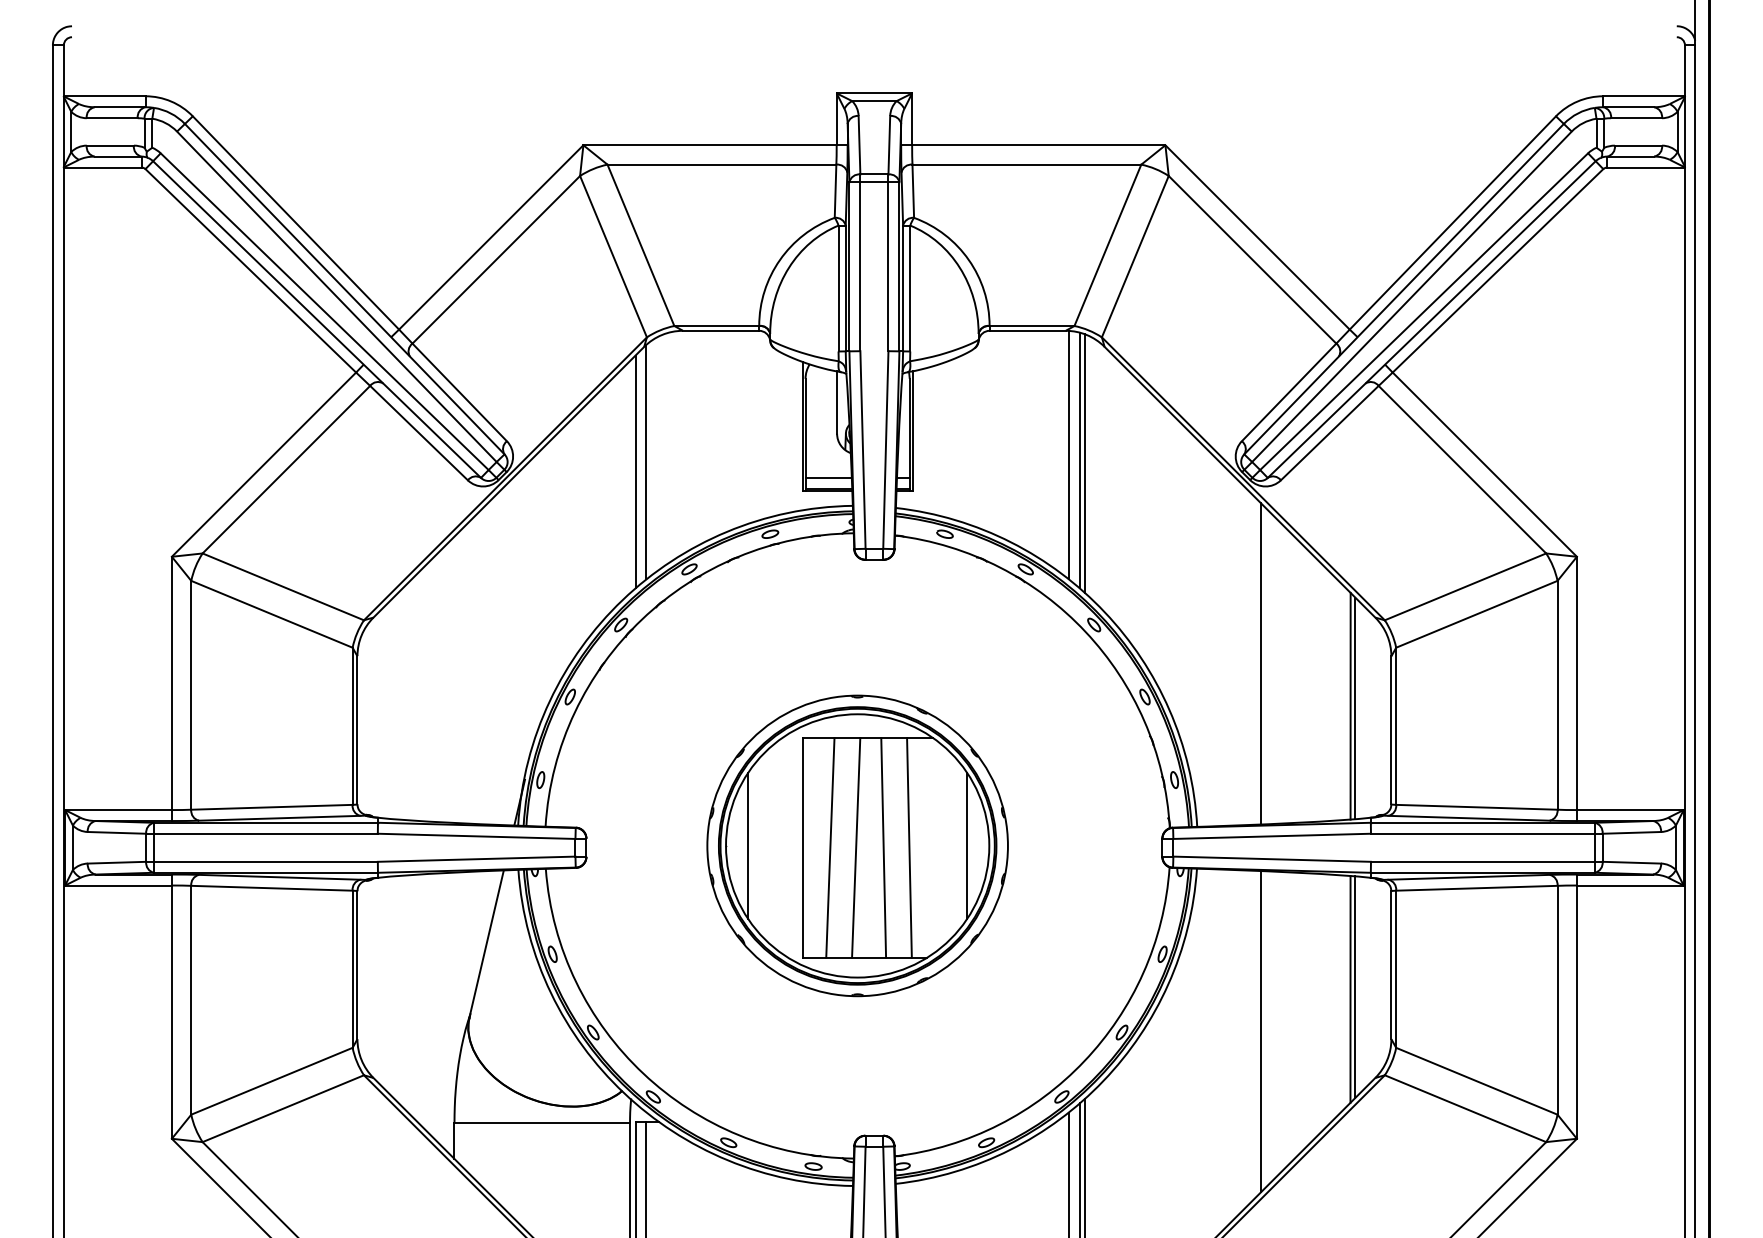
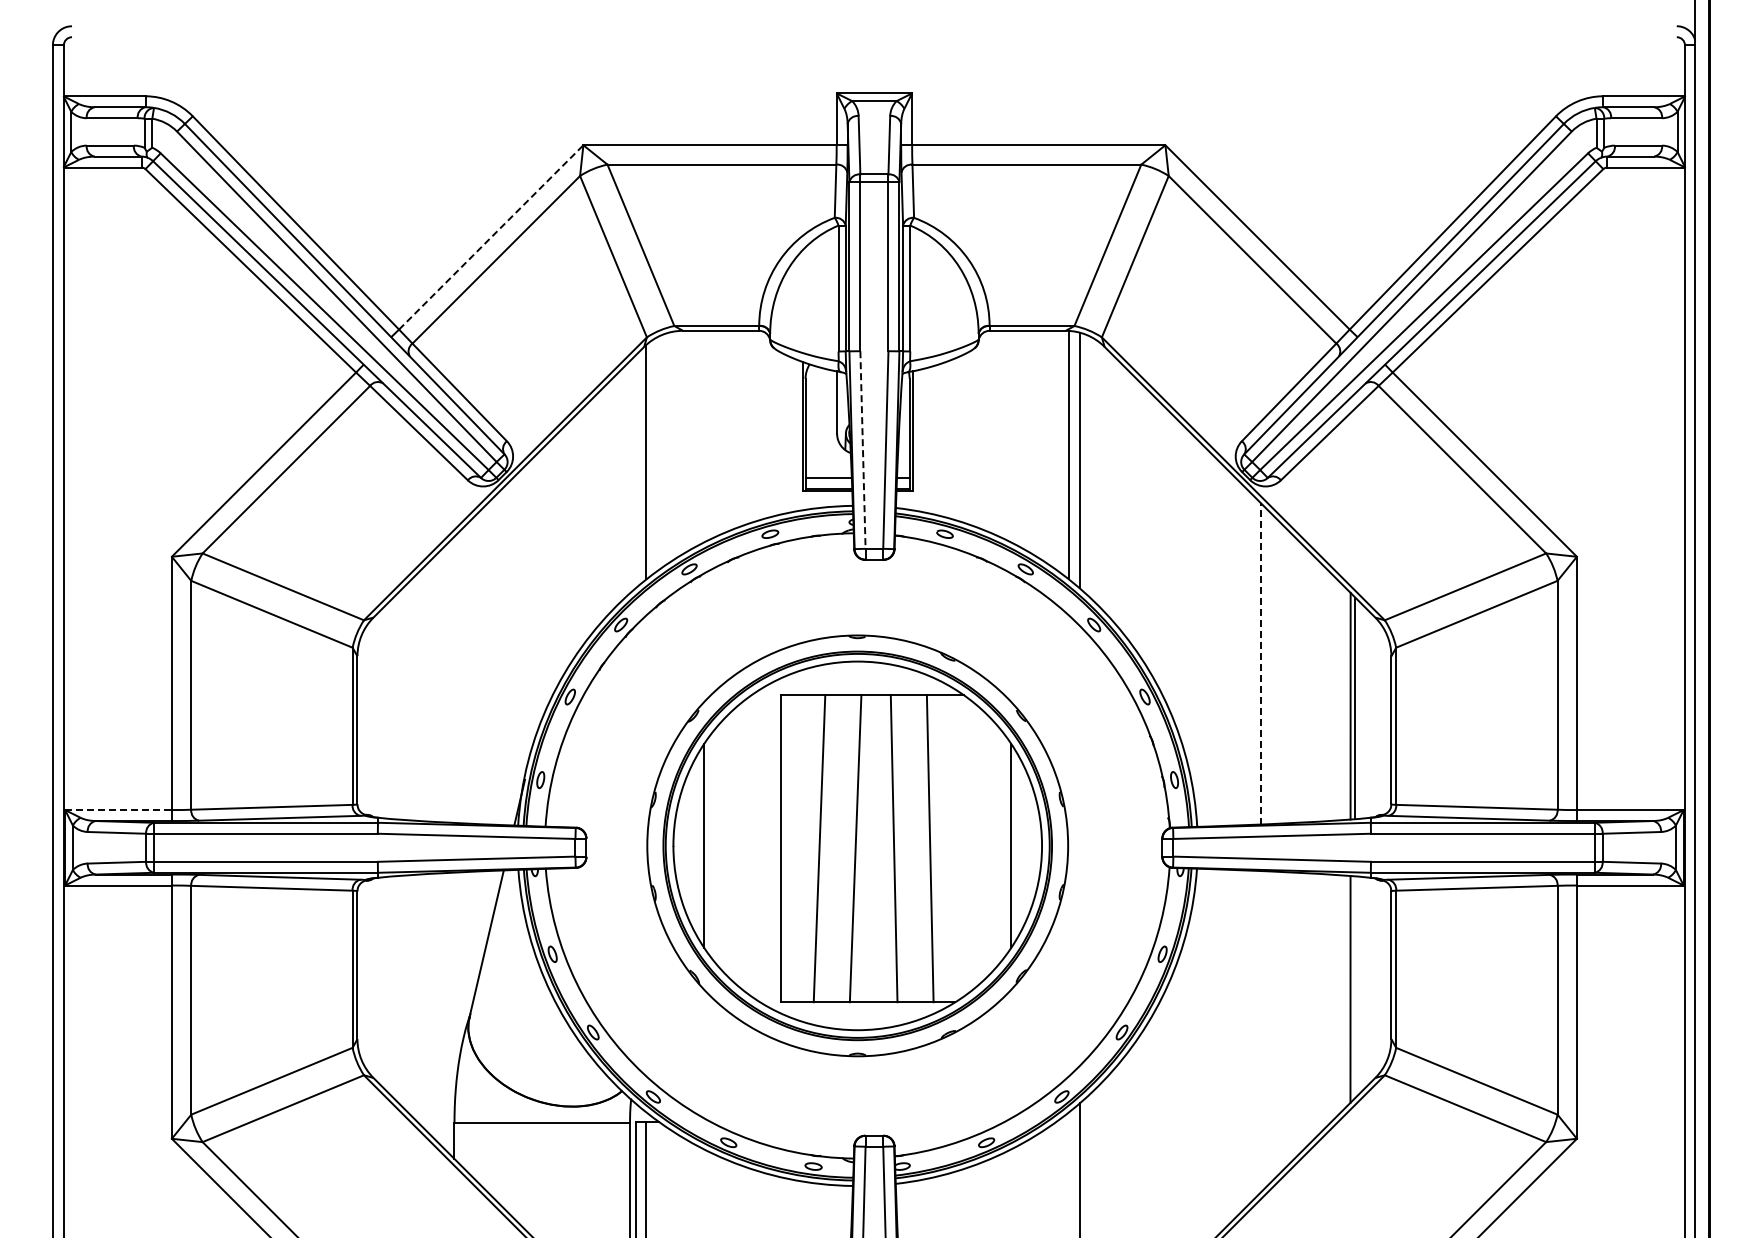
line at (491, 237): solid -> dashed
line at (862, 450): solid -> dashed
line at (1085, 463): present -> none
line at (635, 471): present -> none
line at (1260, 663): solid -> dashed
line at (119, 810): solid -> dashed
part at (857, 845) size: 303x304 px -> 424x424 px
line at (1355, 986): present -> none
line at (1260, 1031): present -> none
line at (1085, 1166): present -> none
line at (1068, 1173): present -> none
